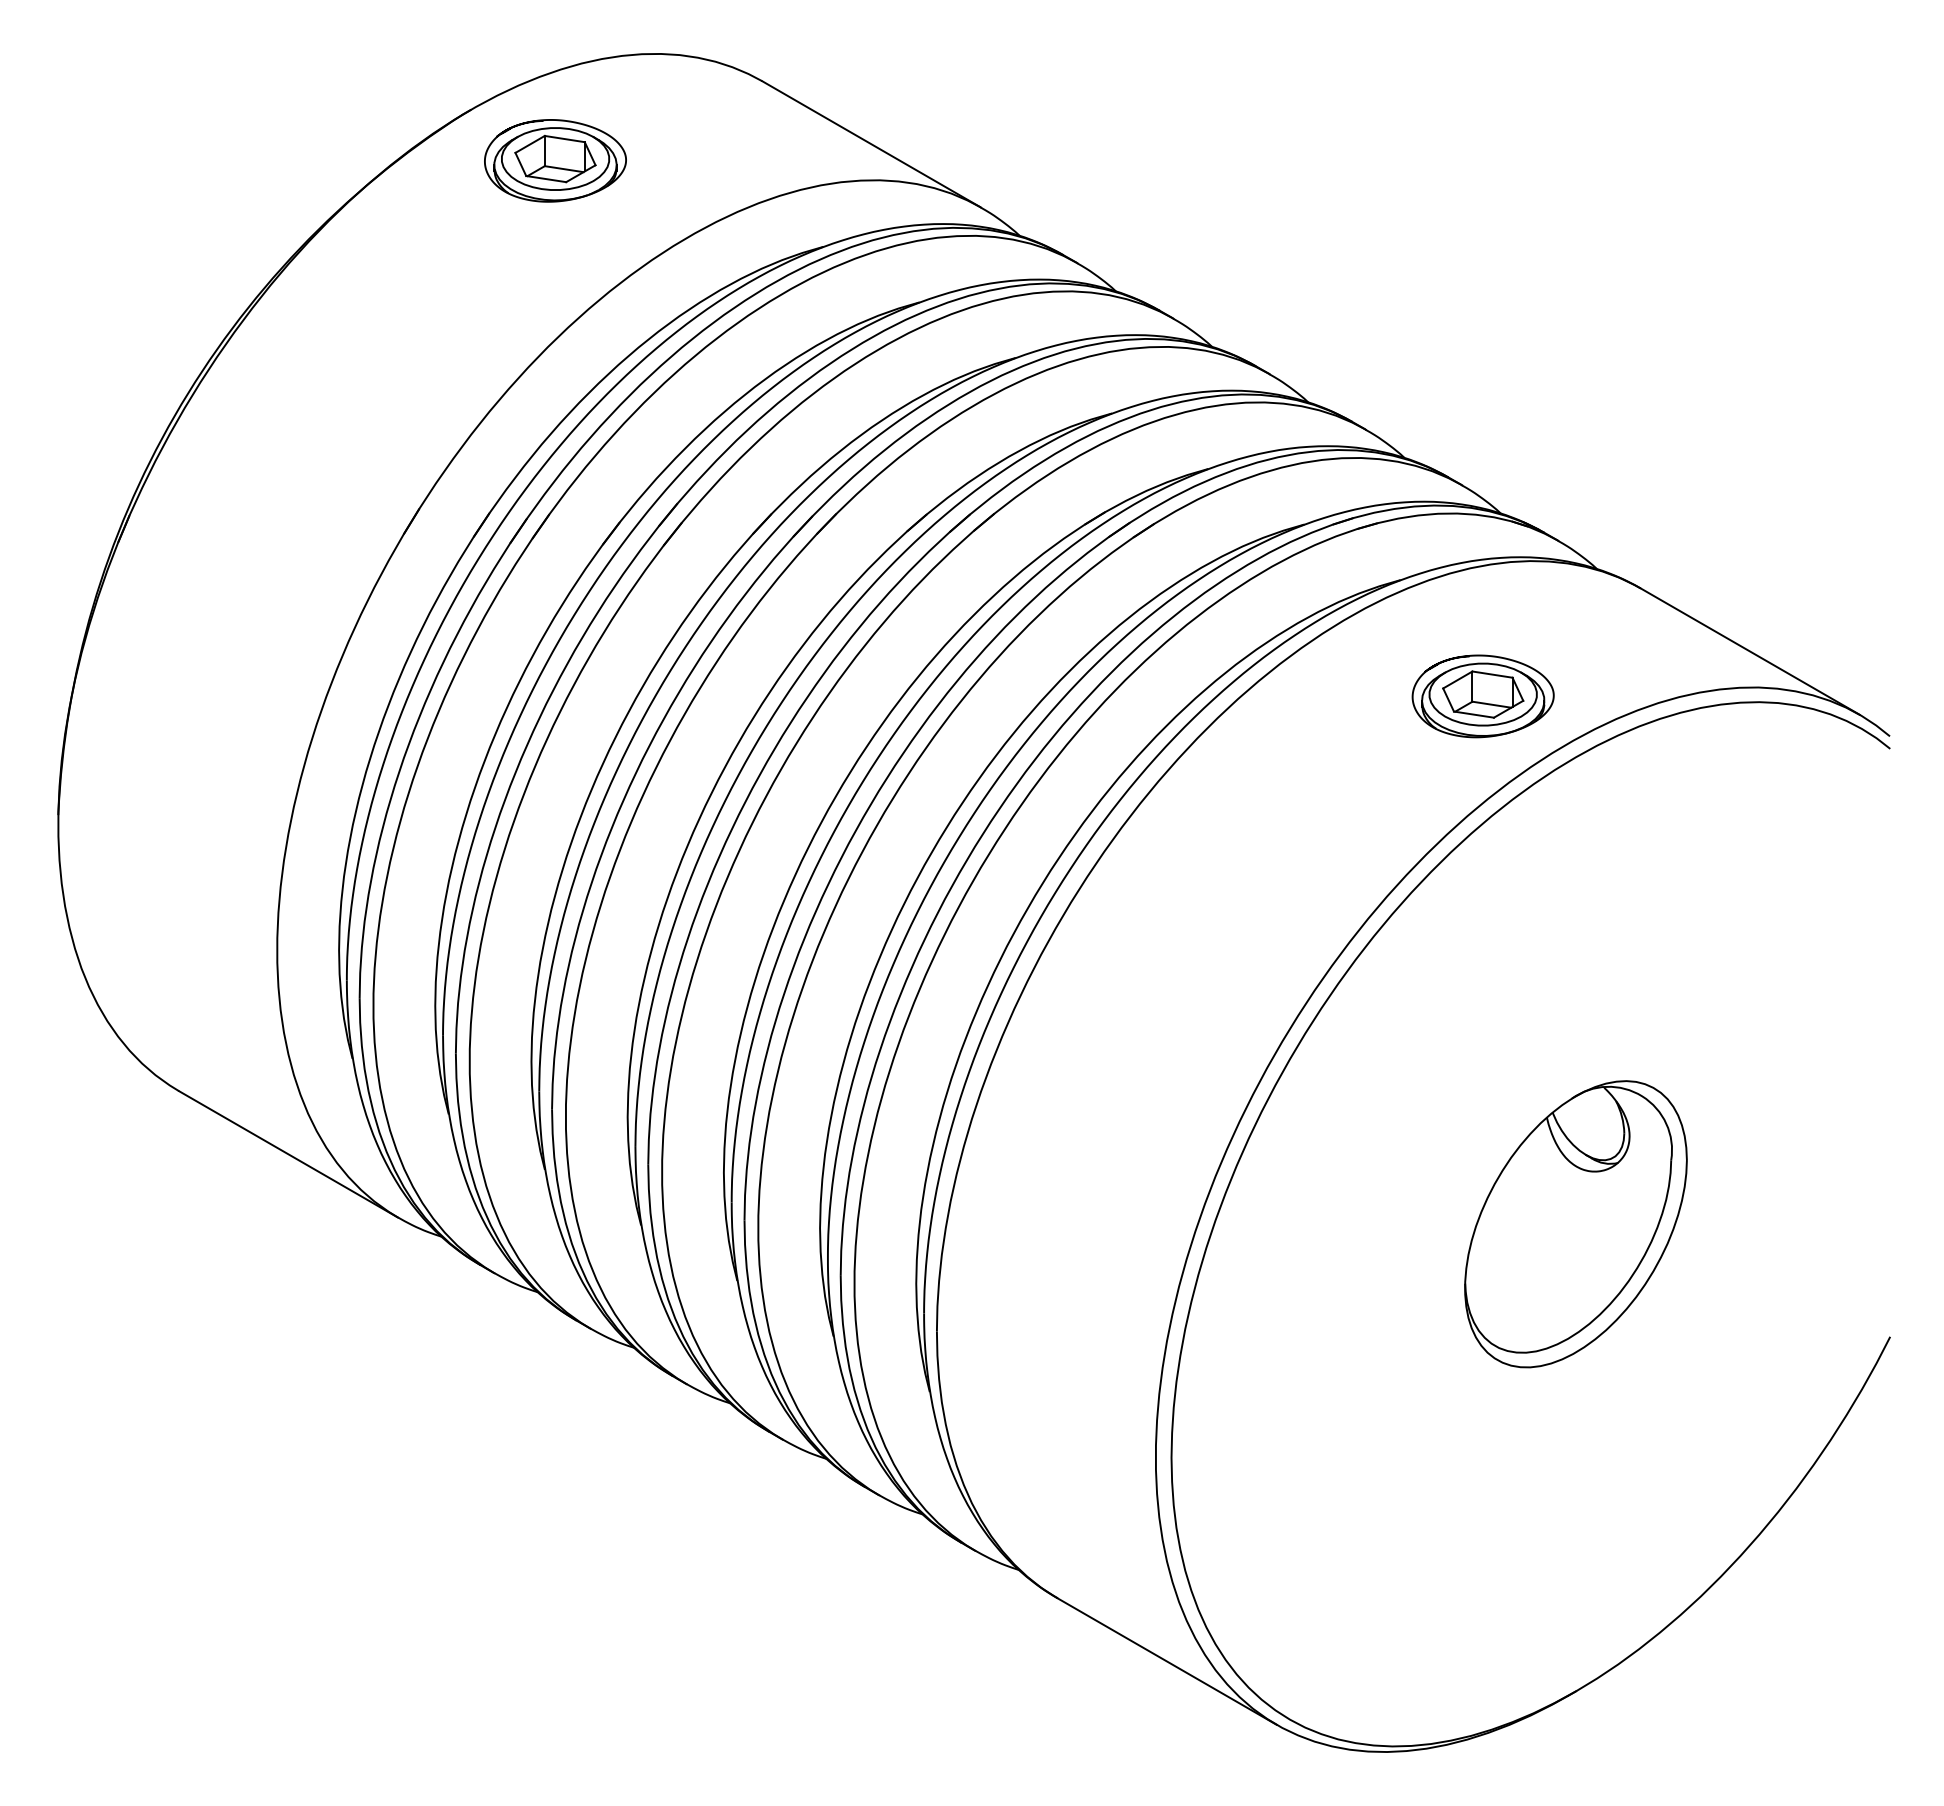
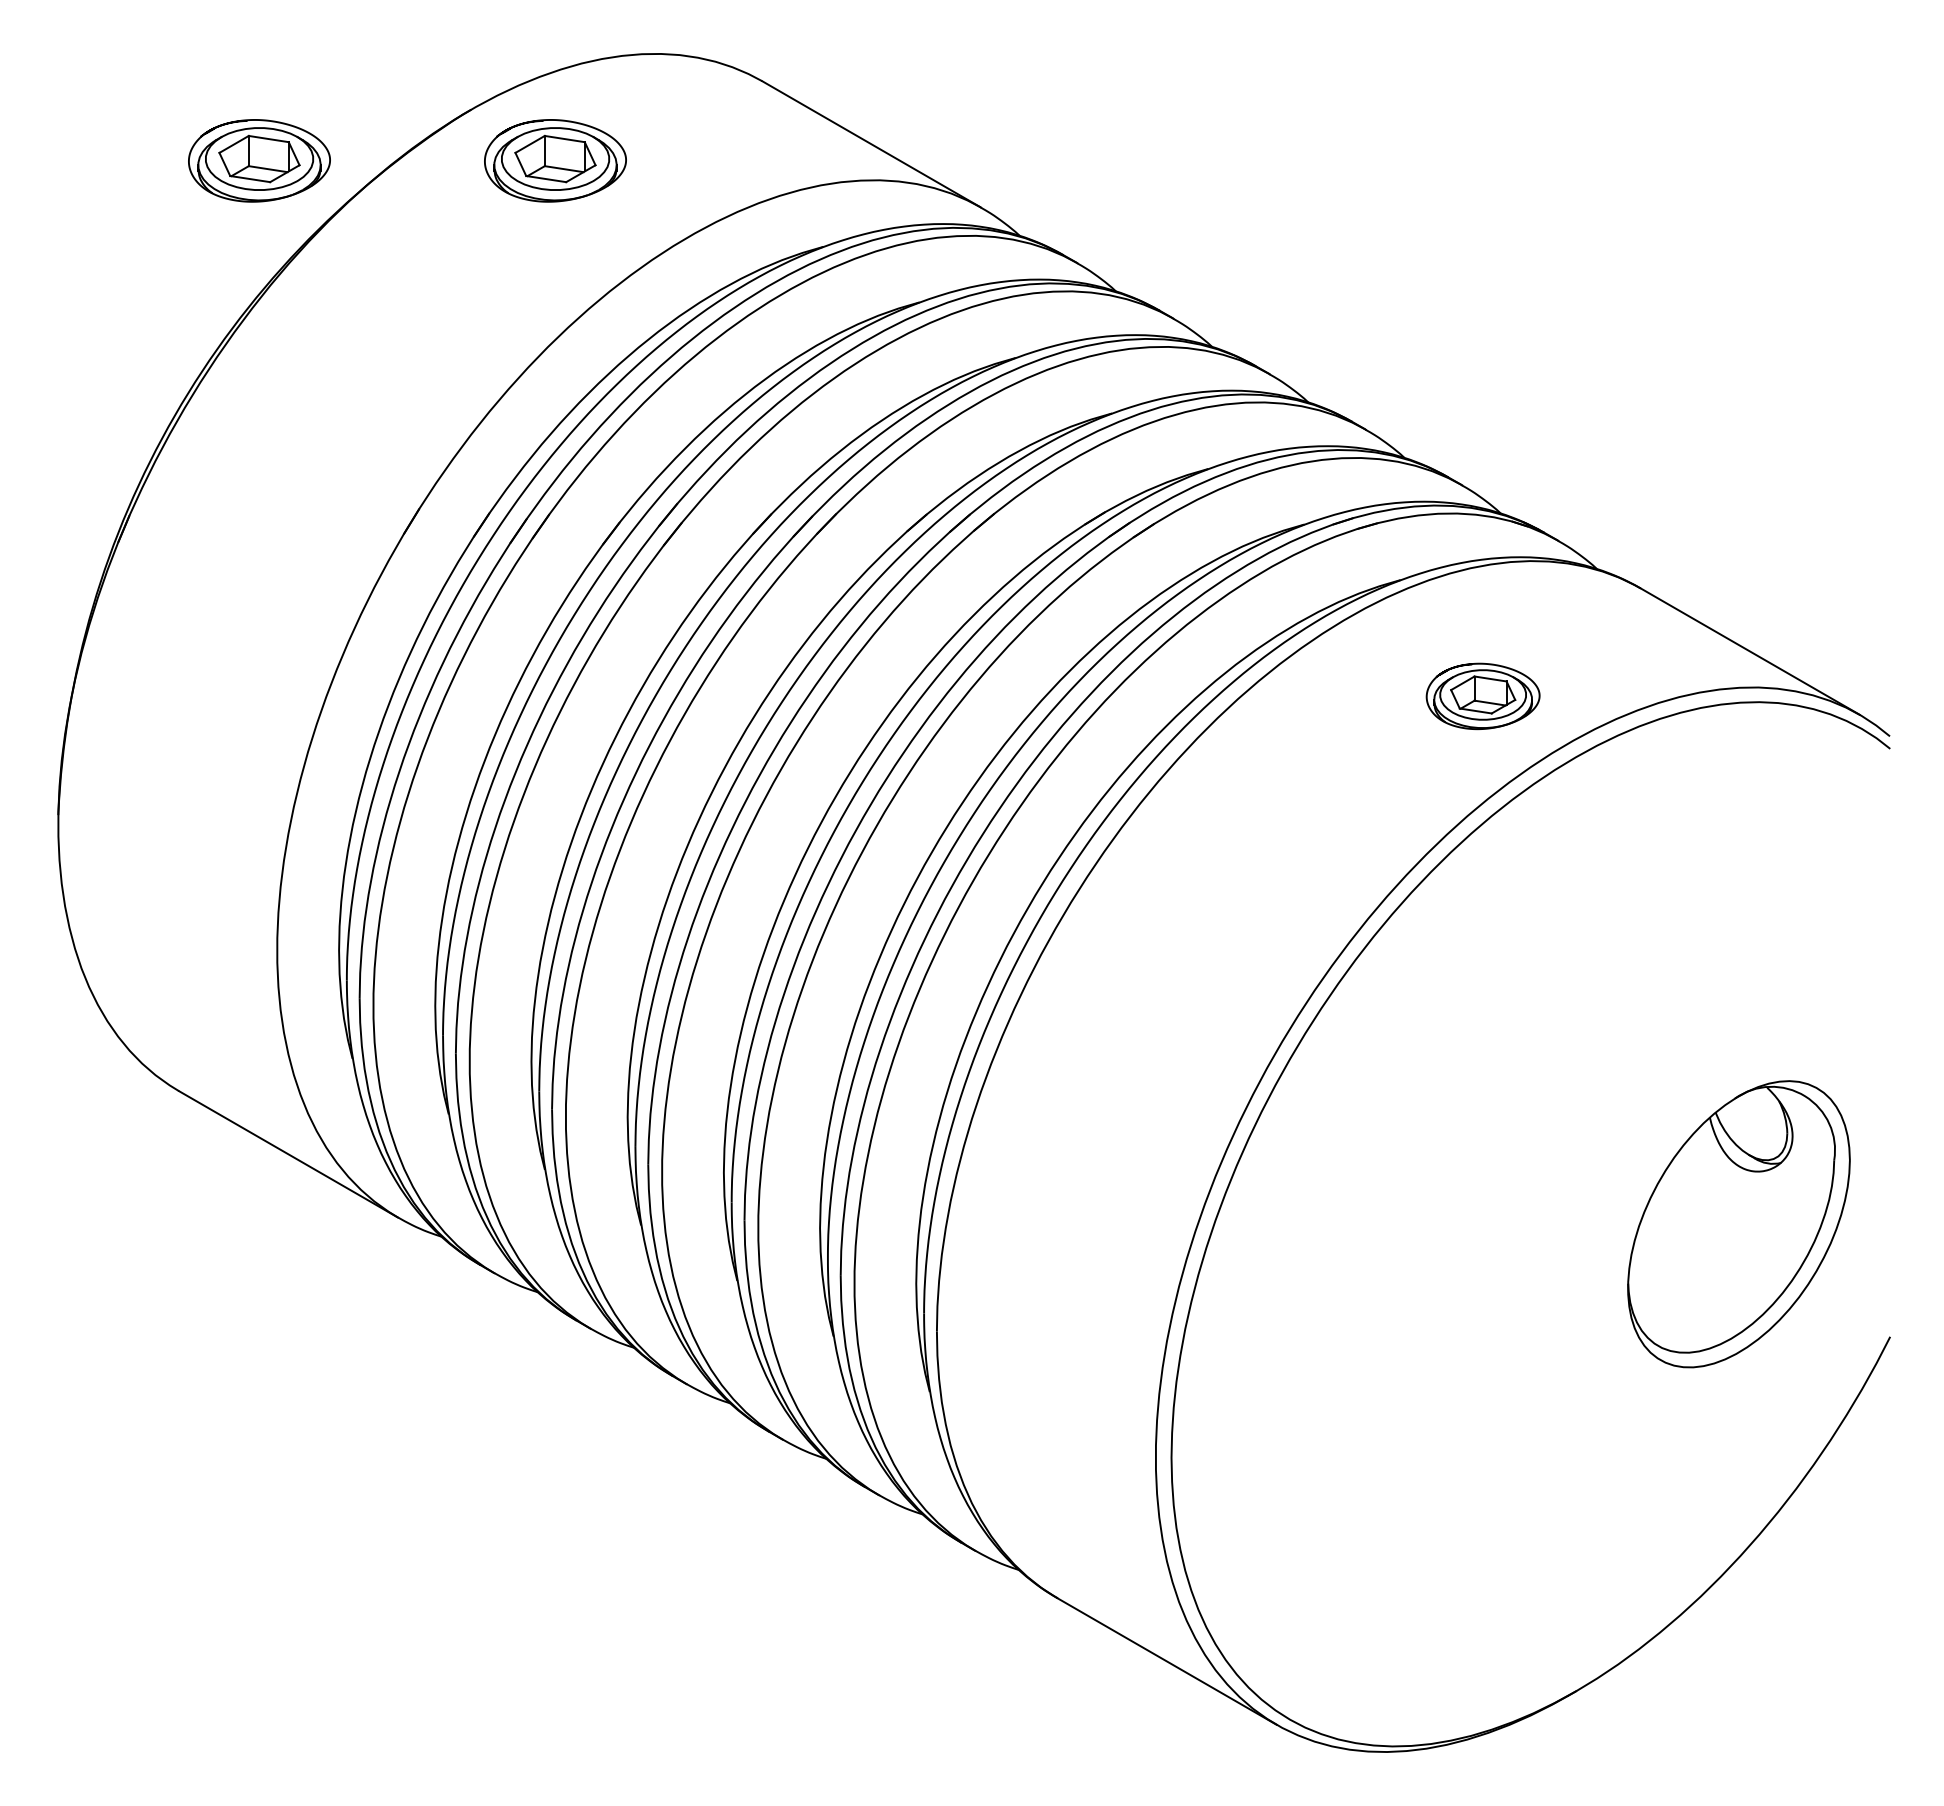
part at (259, 160): none -> present
part at (1482, 696) size: 144x85 px -> 116x69 px
part at (1575, 1224) position: (1575, 1224) -> (1738, 1224)
